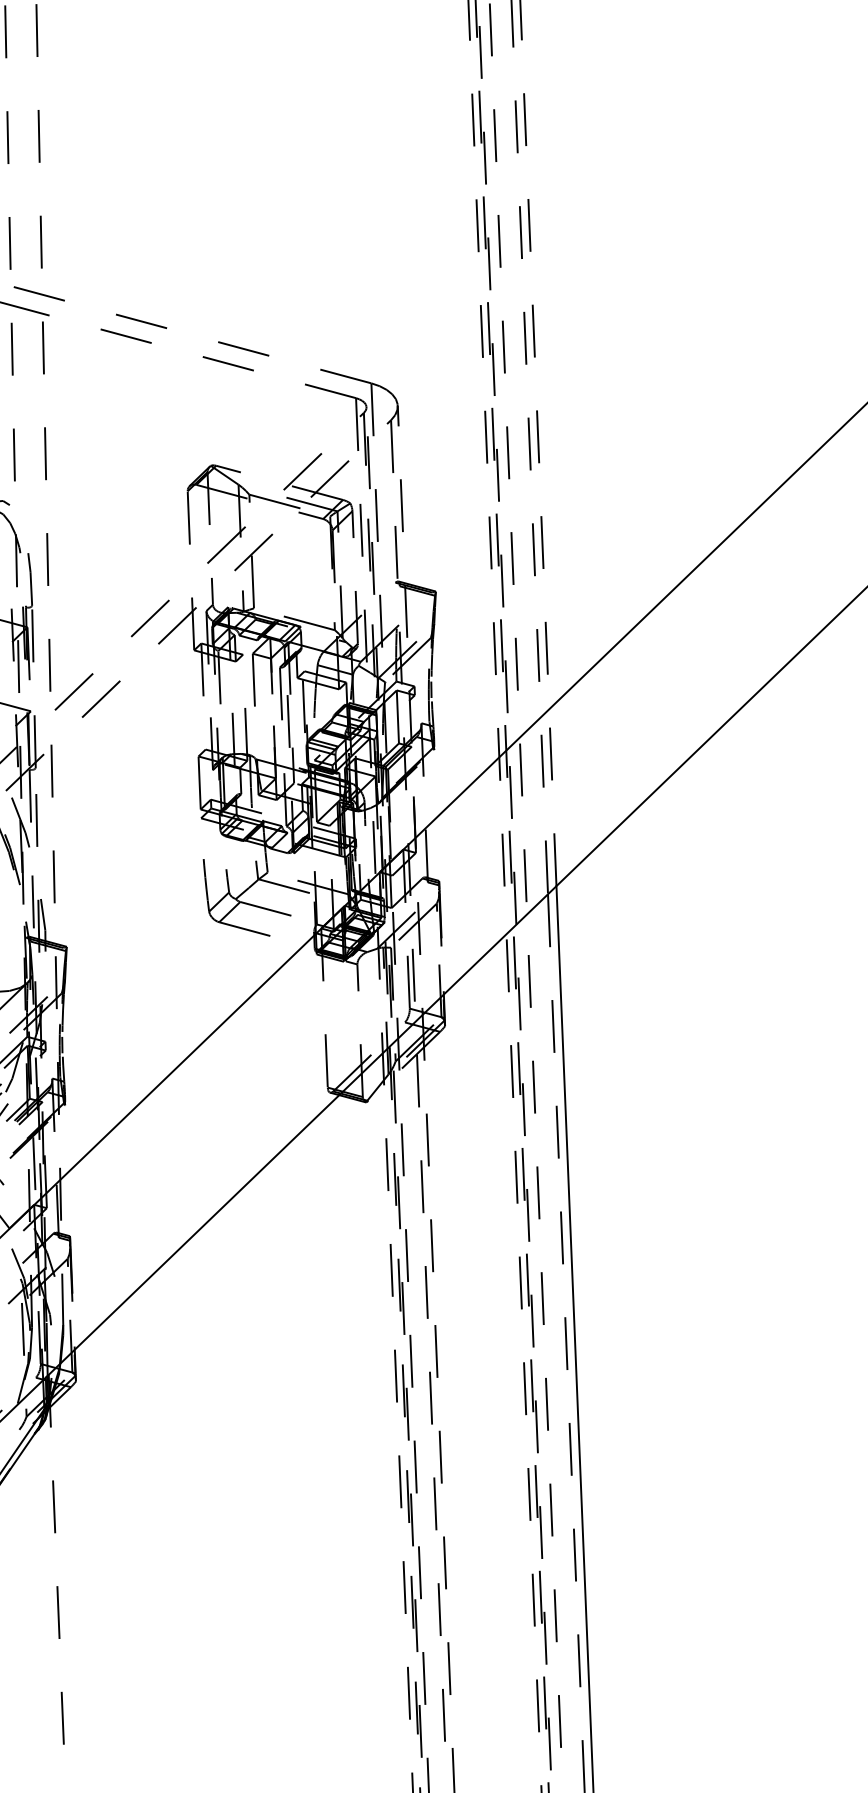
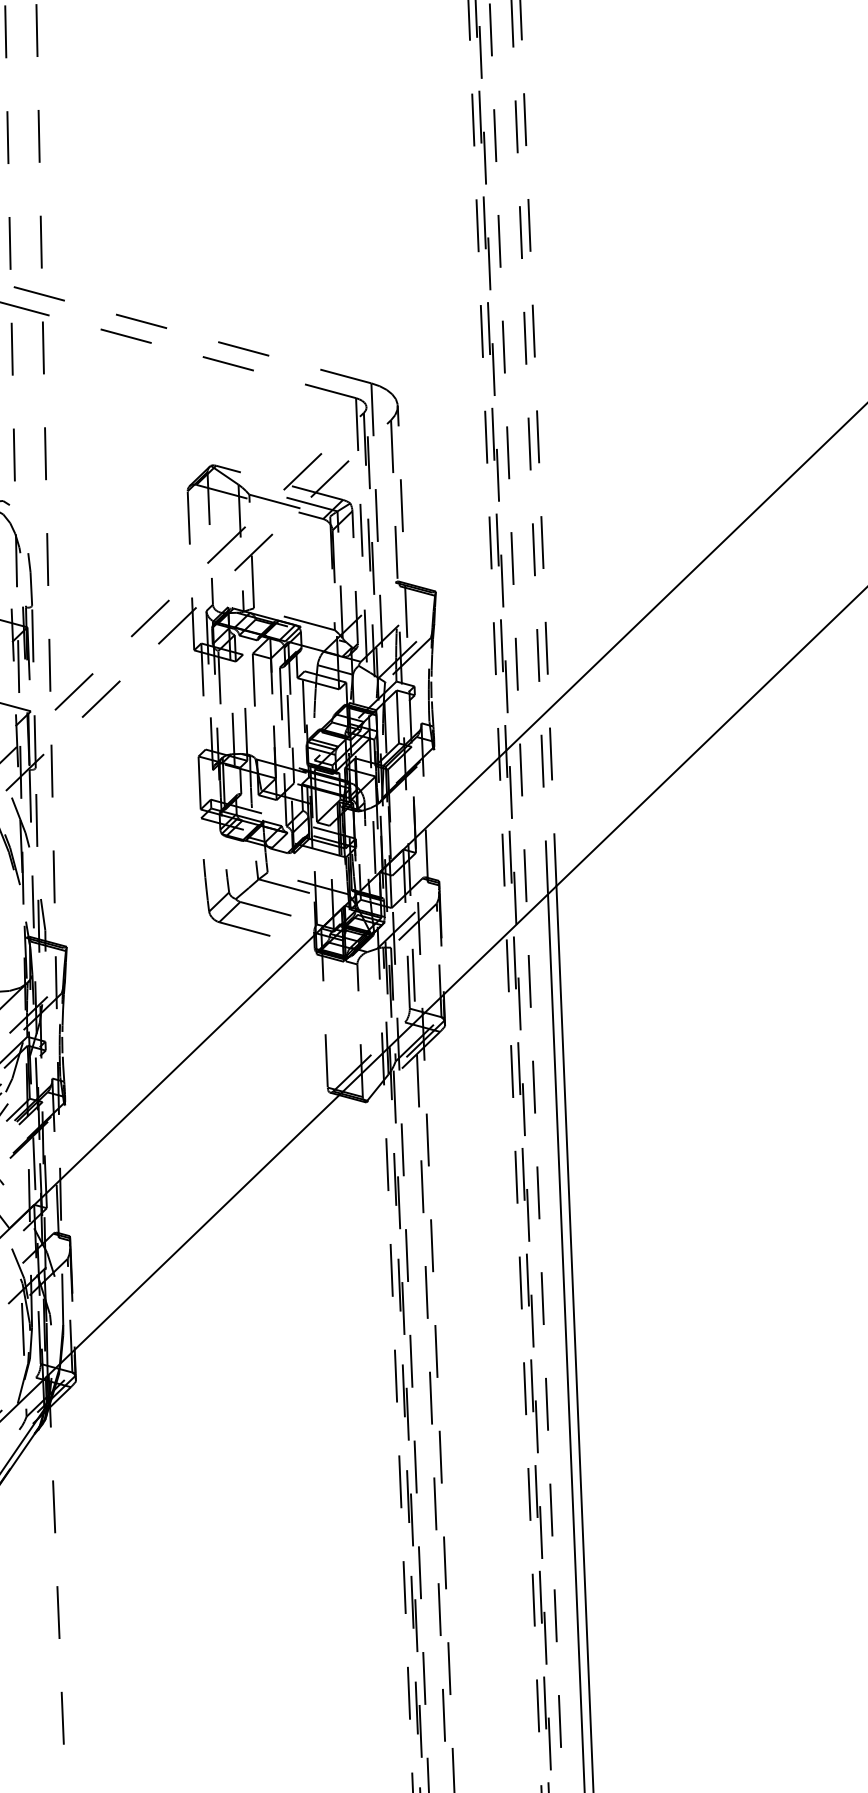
line at (566, 1343): dashed -> solid
